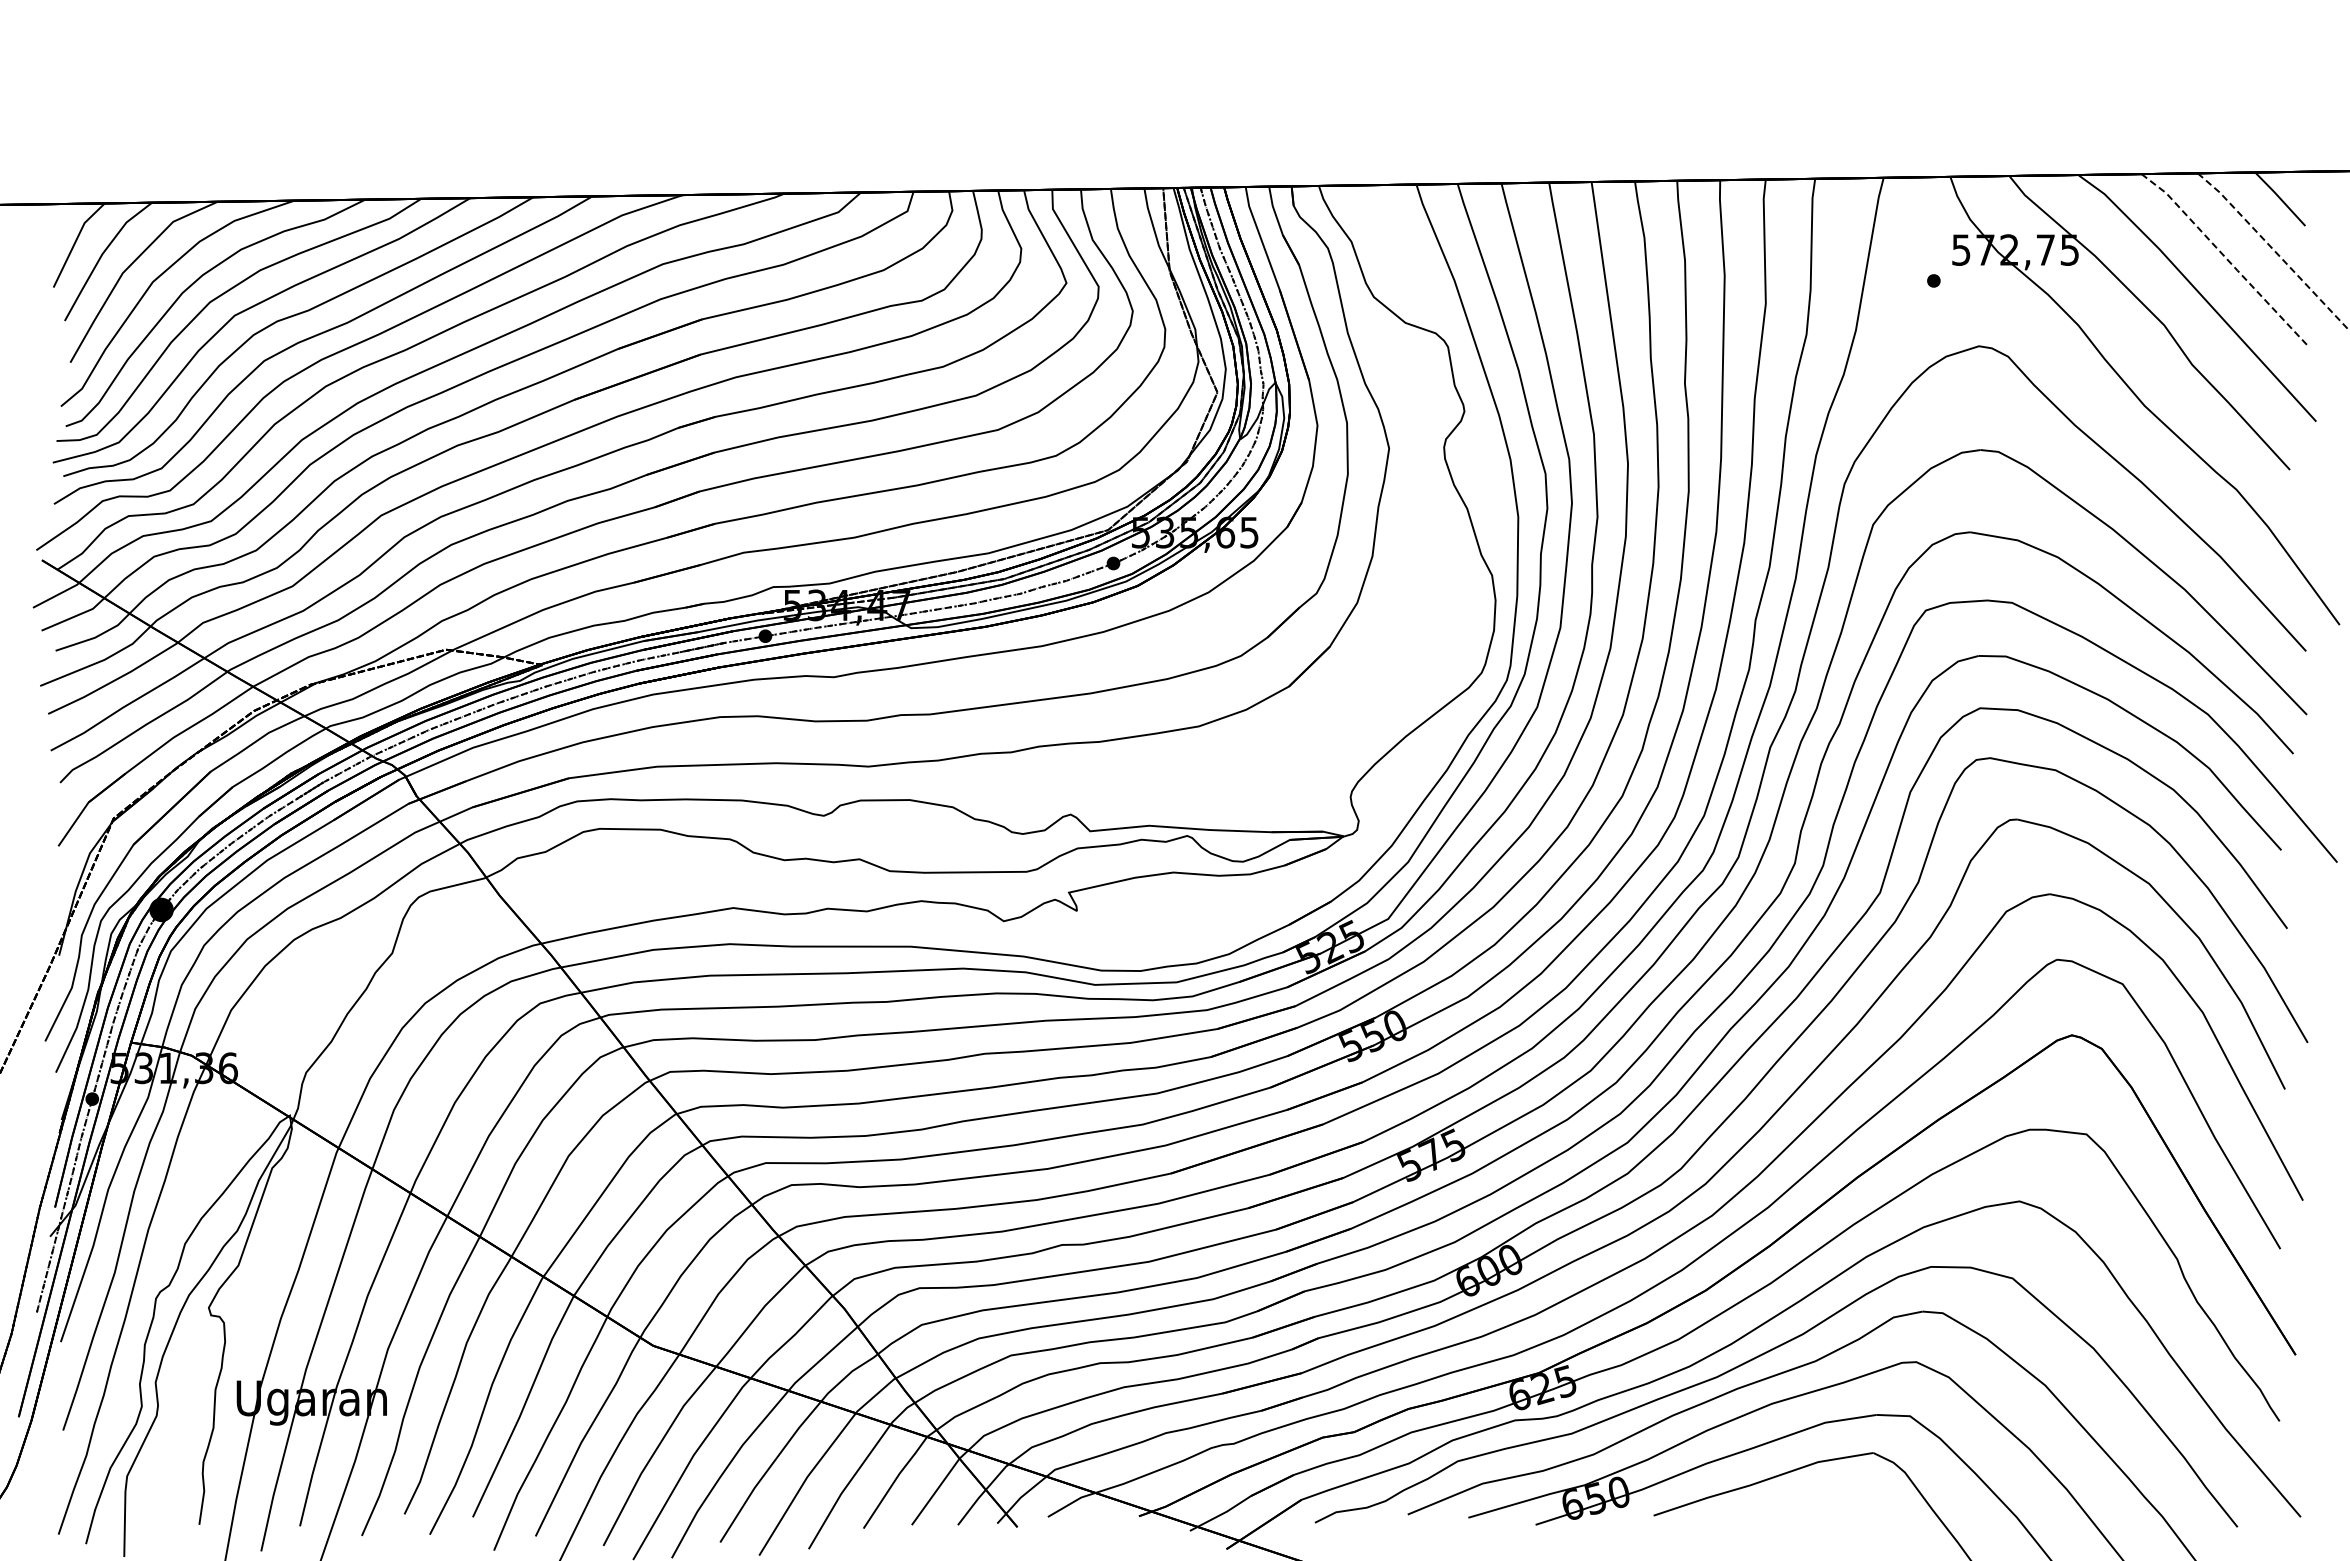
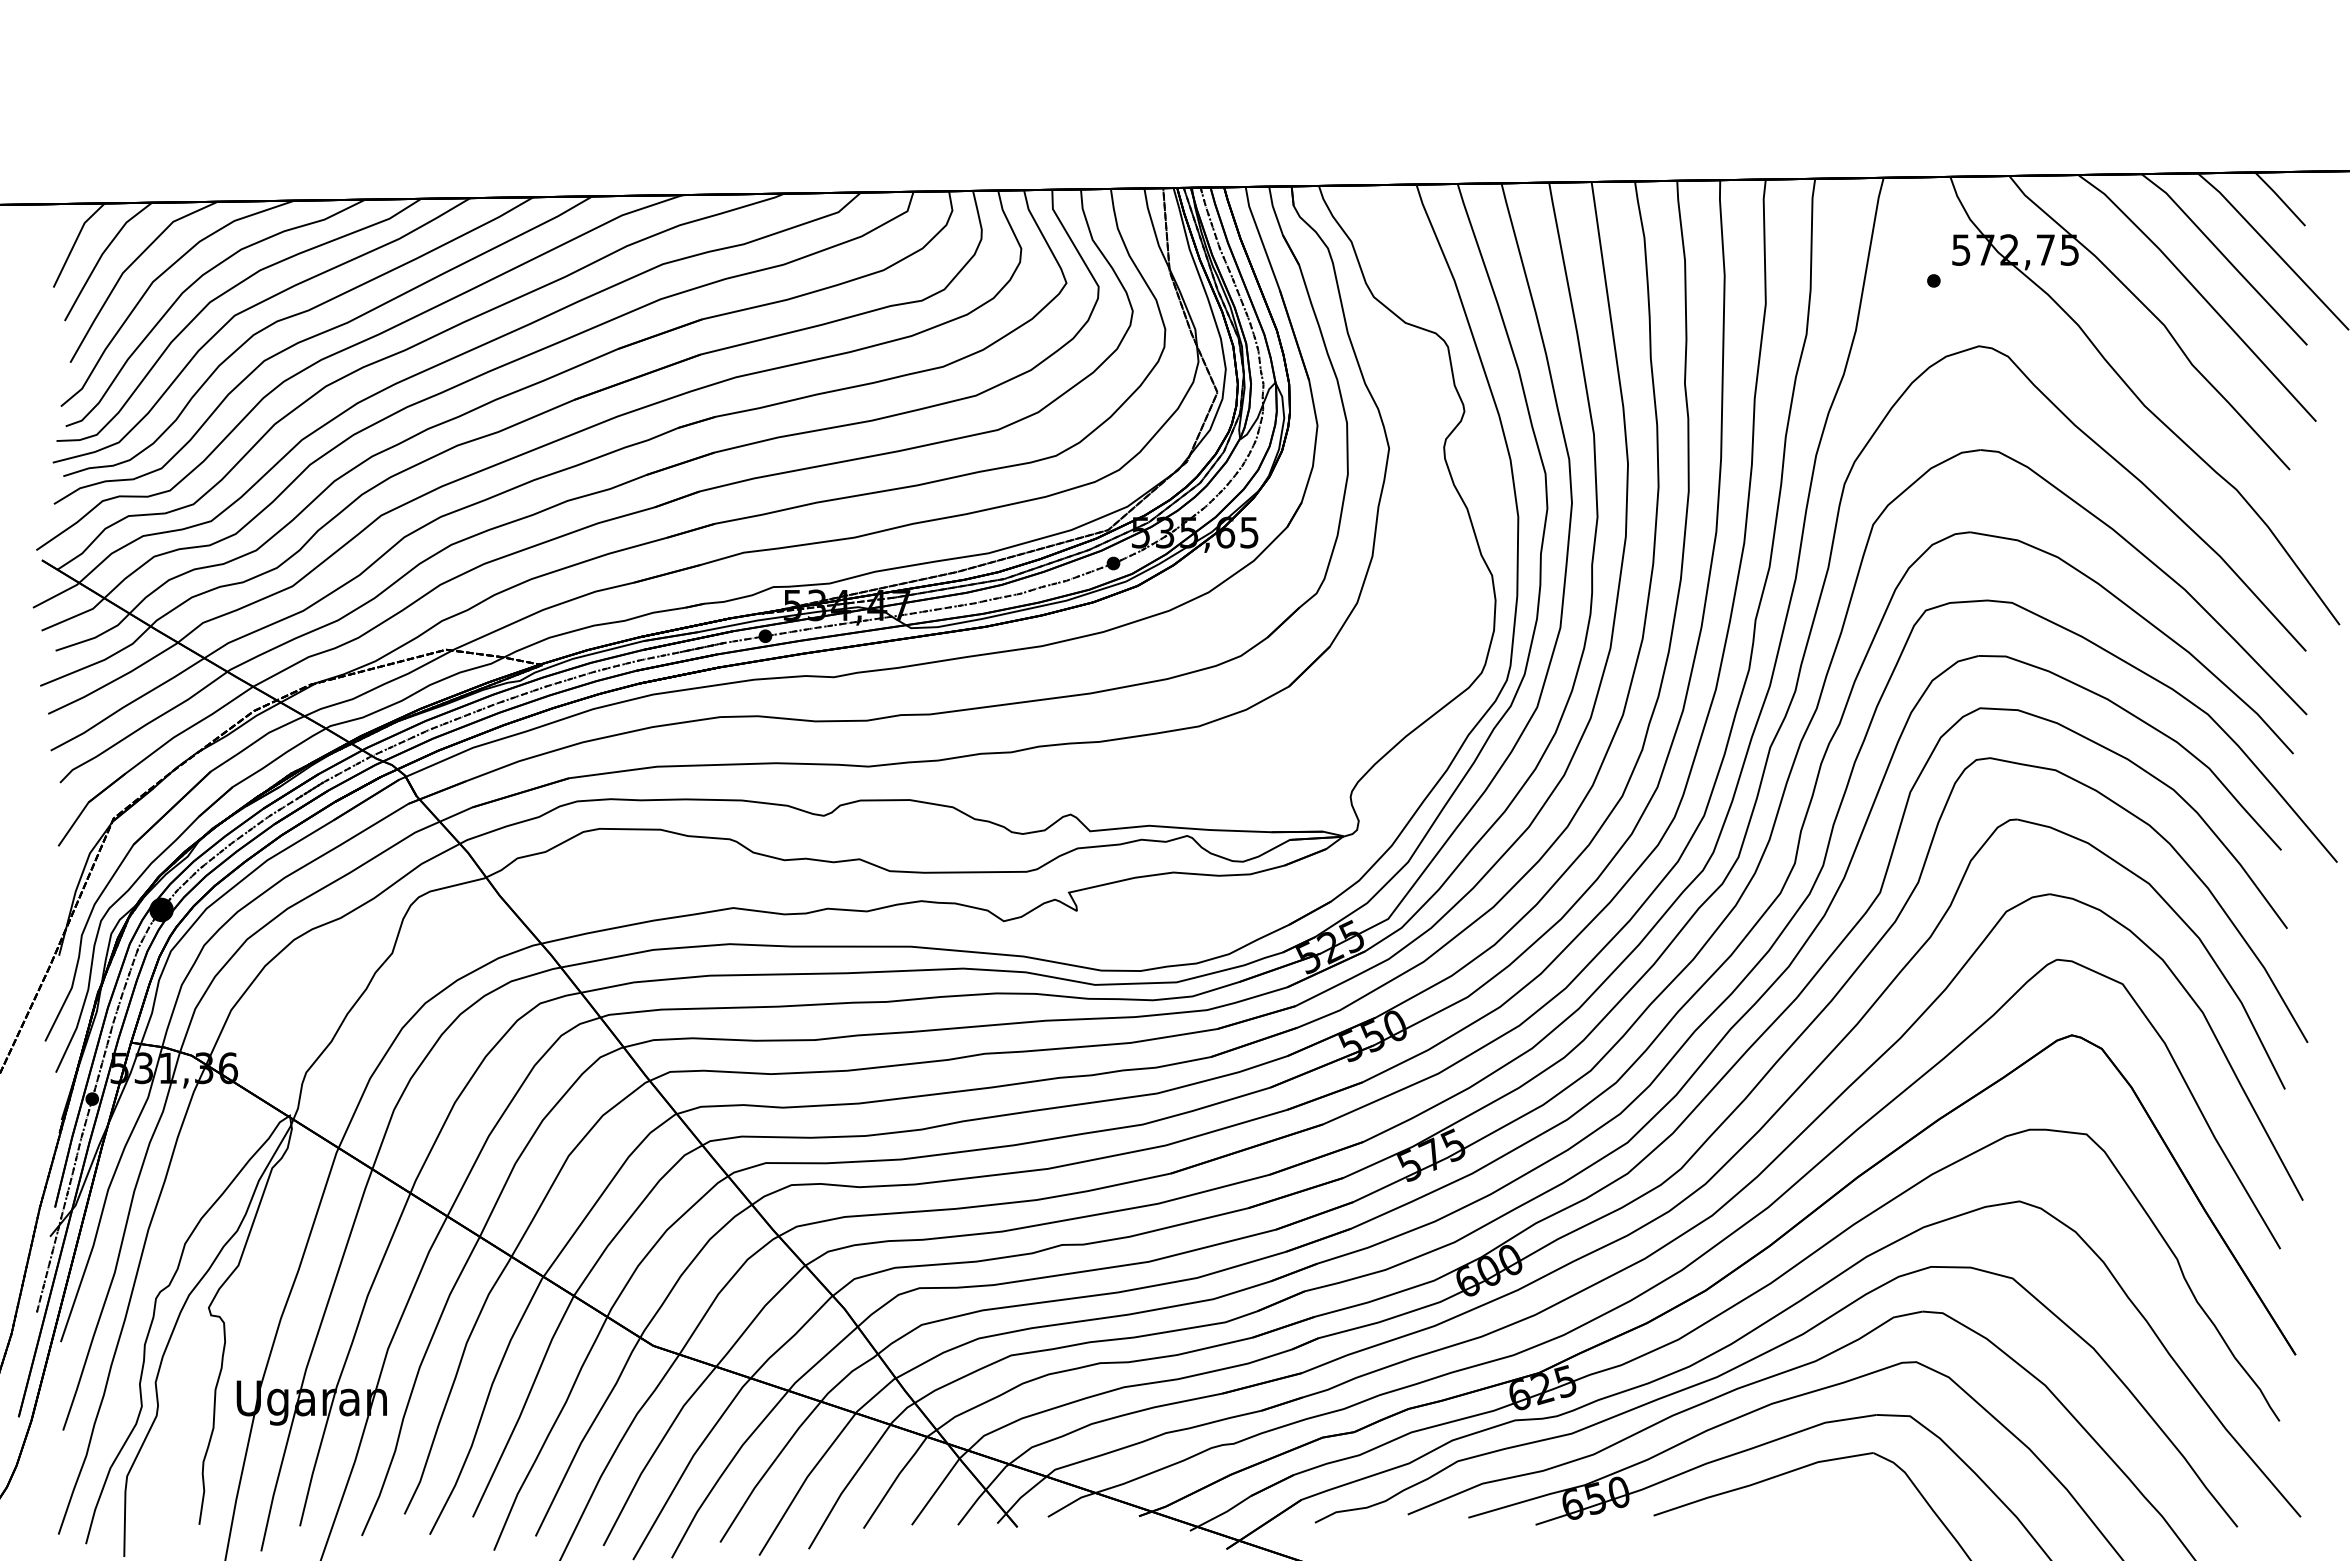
line at (2274, 250): dashed -> solid
line at (2226, 258): dashed -> solid
